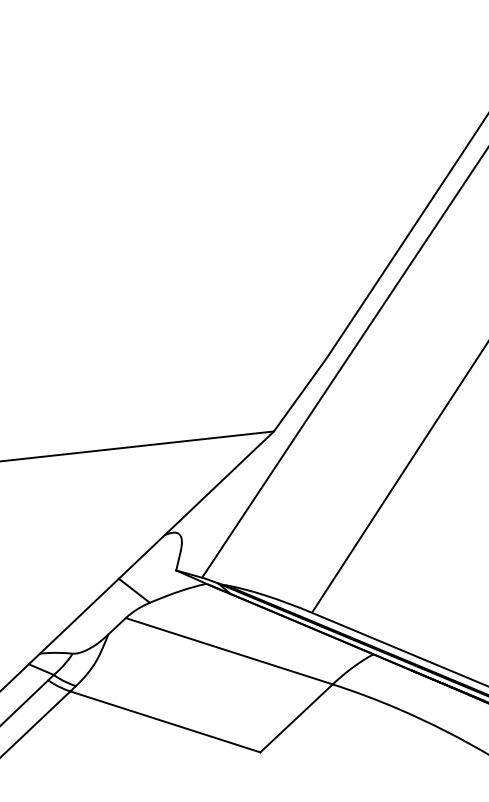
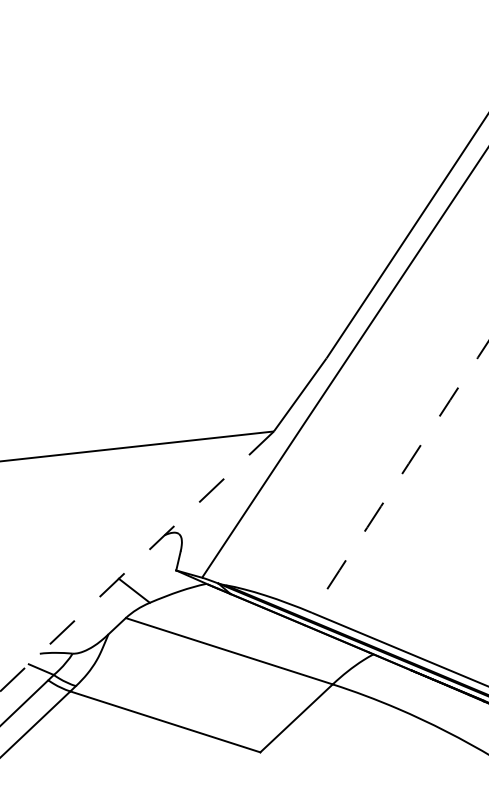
arc at (400, 476): solid -> dashed
line at (137, 561): solid -> dashed
